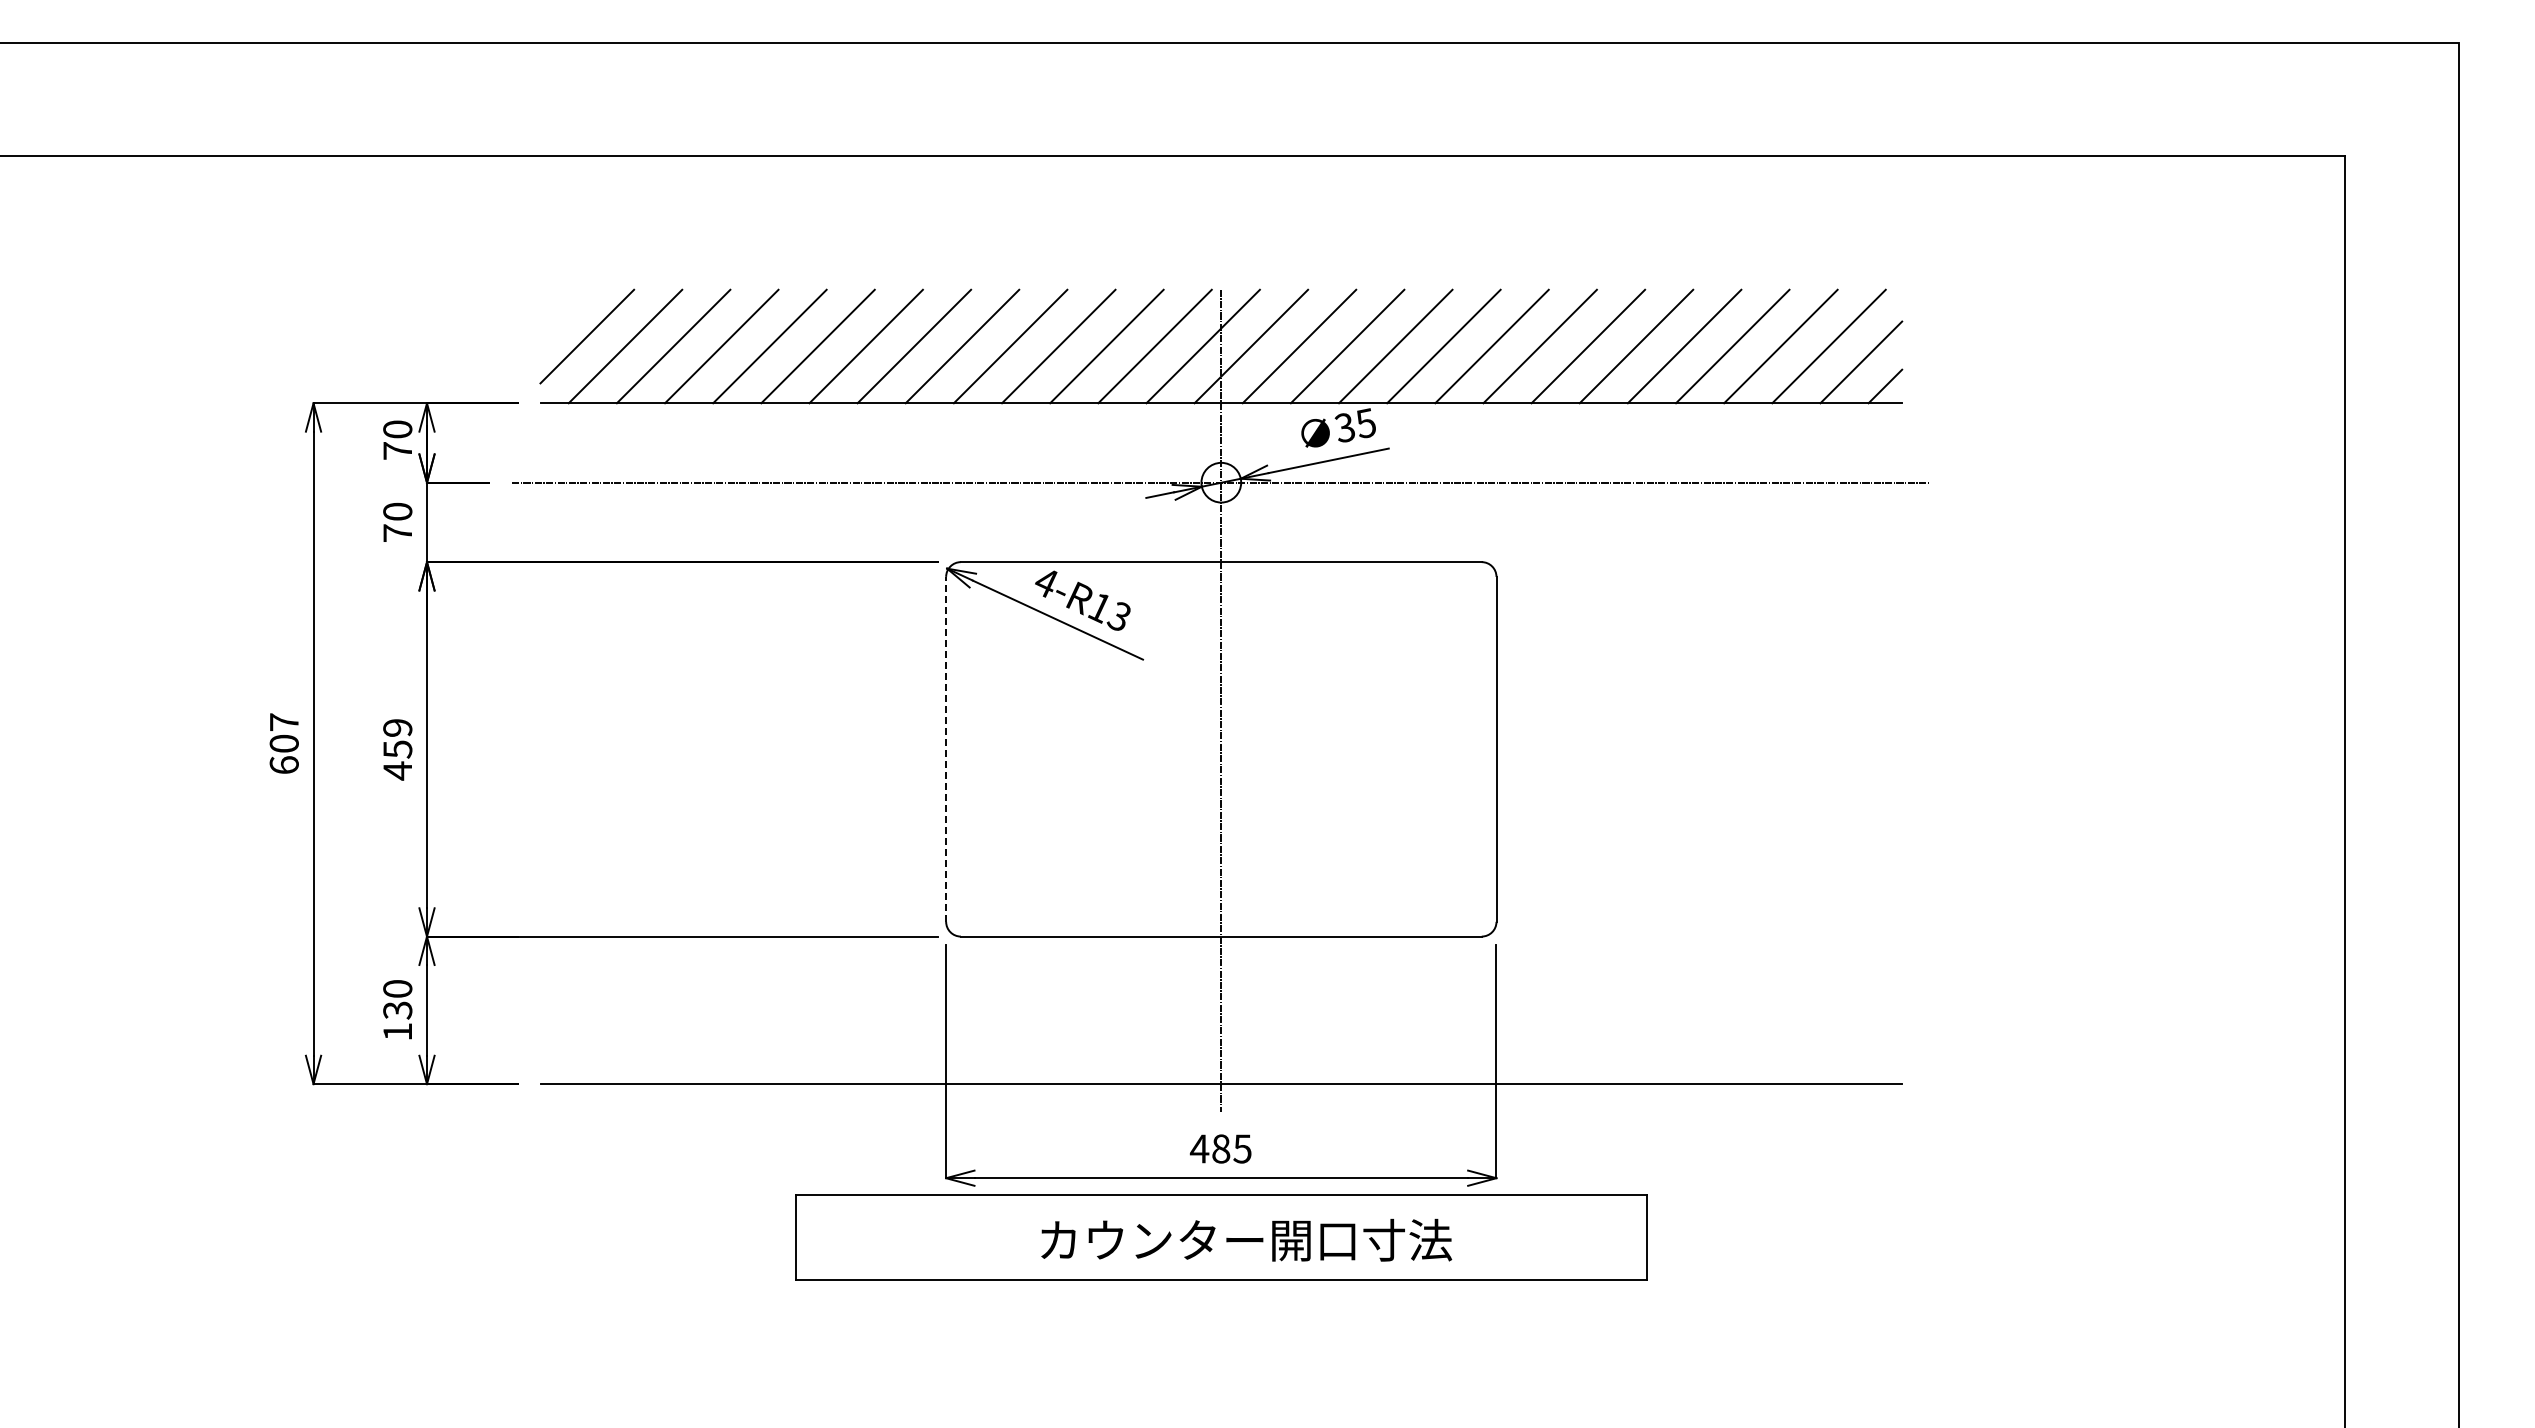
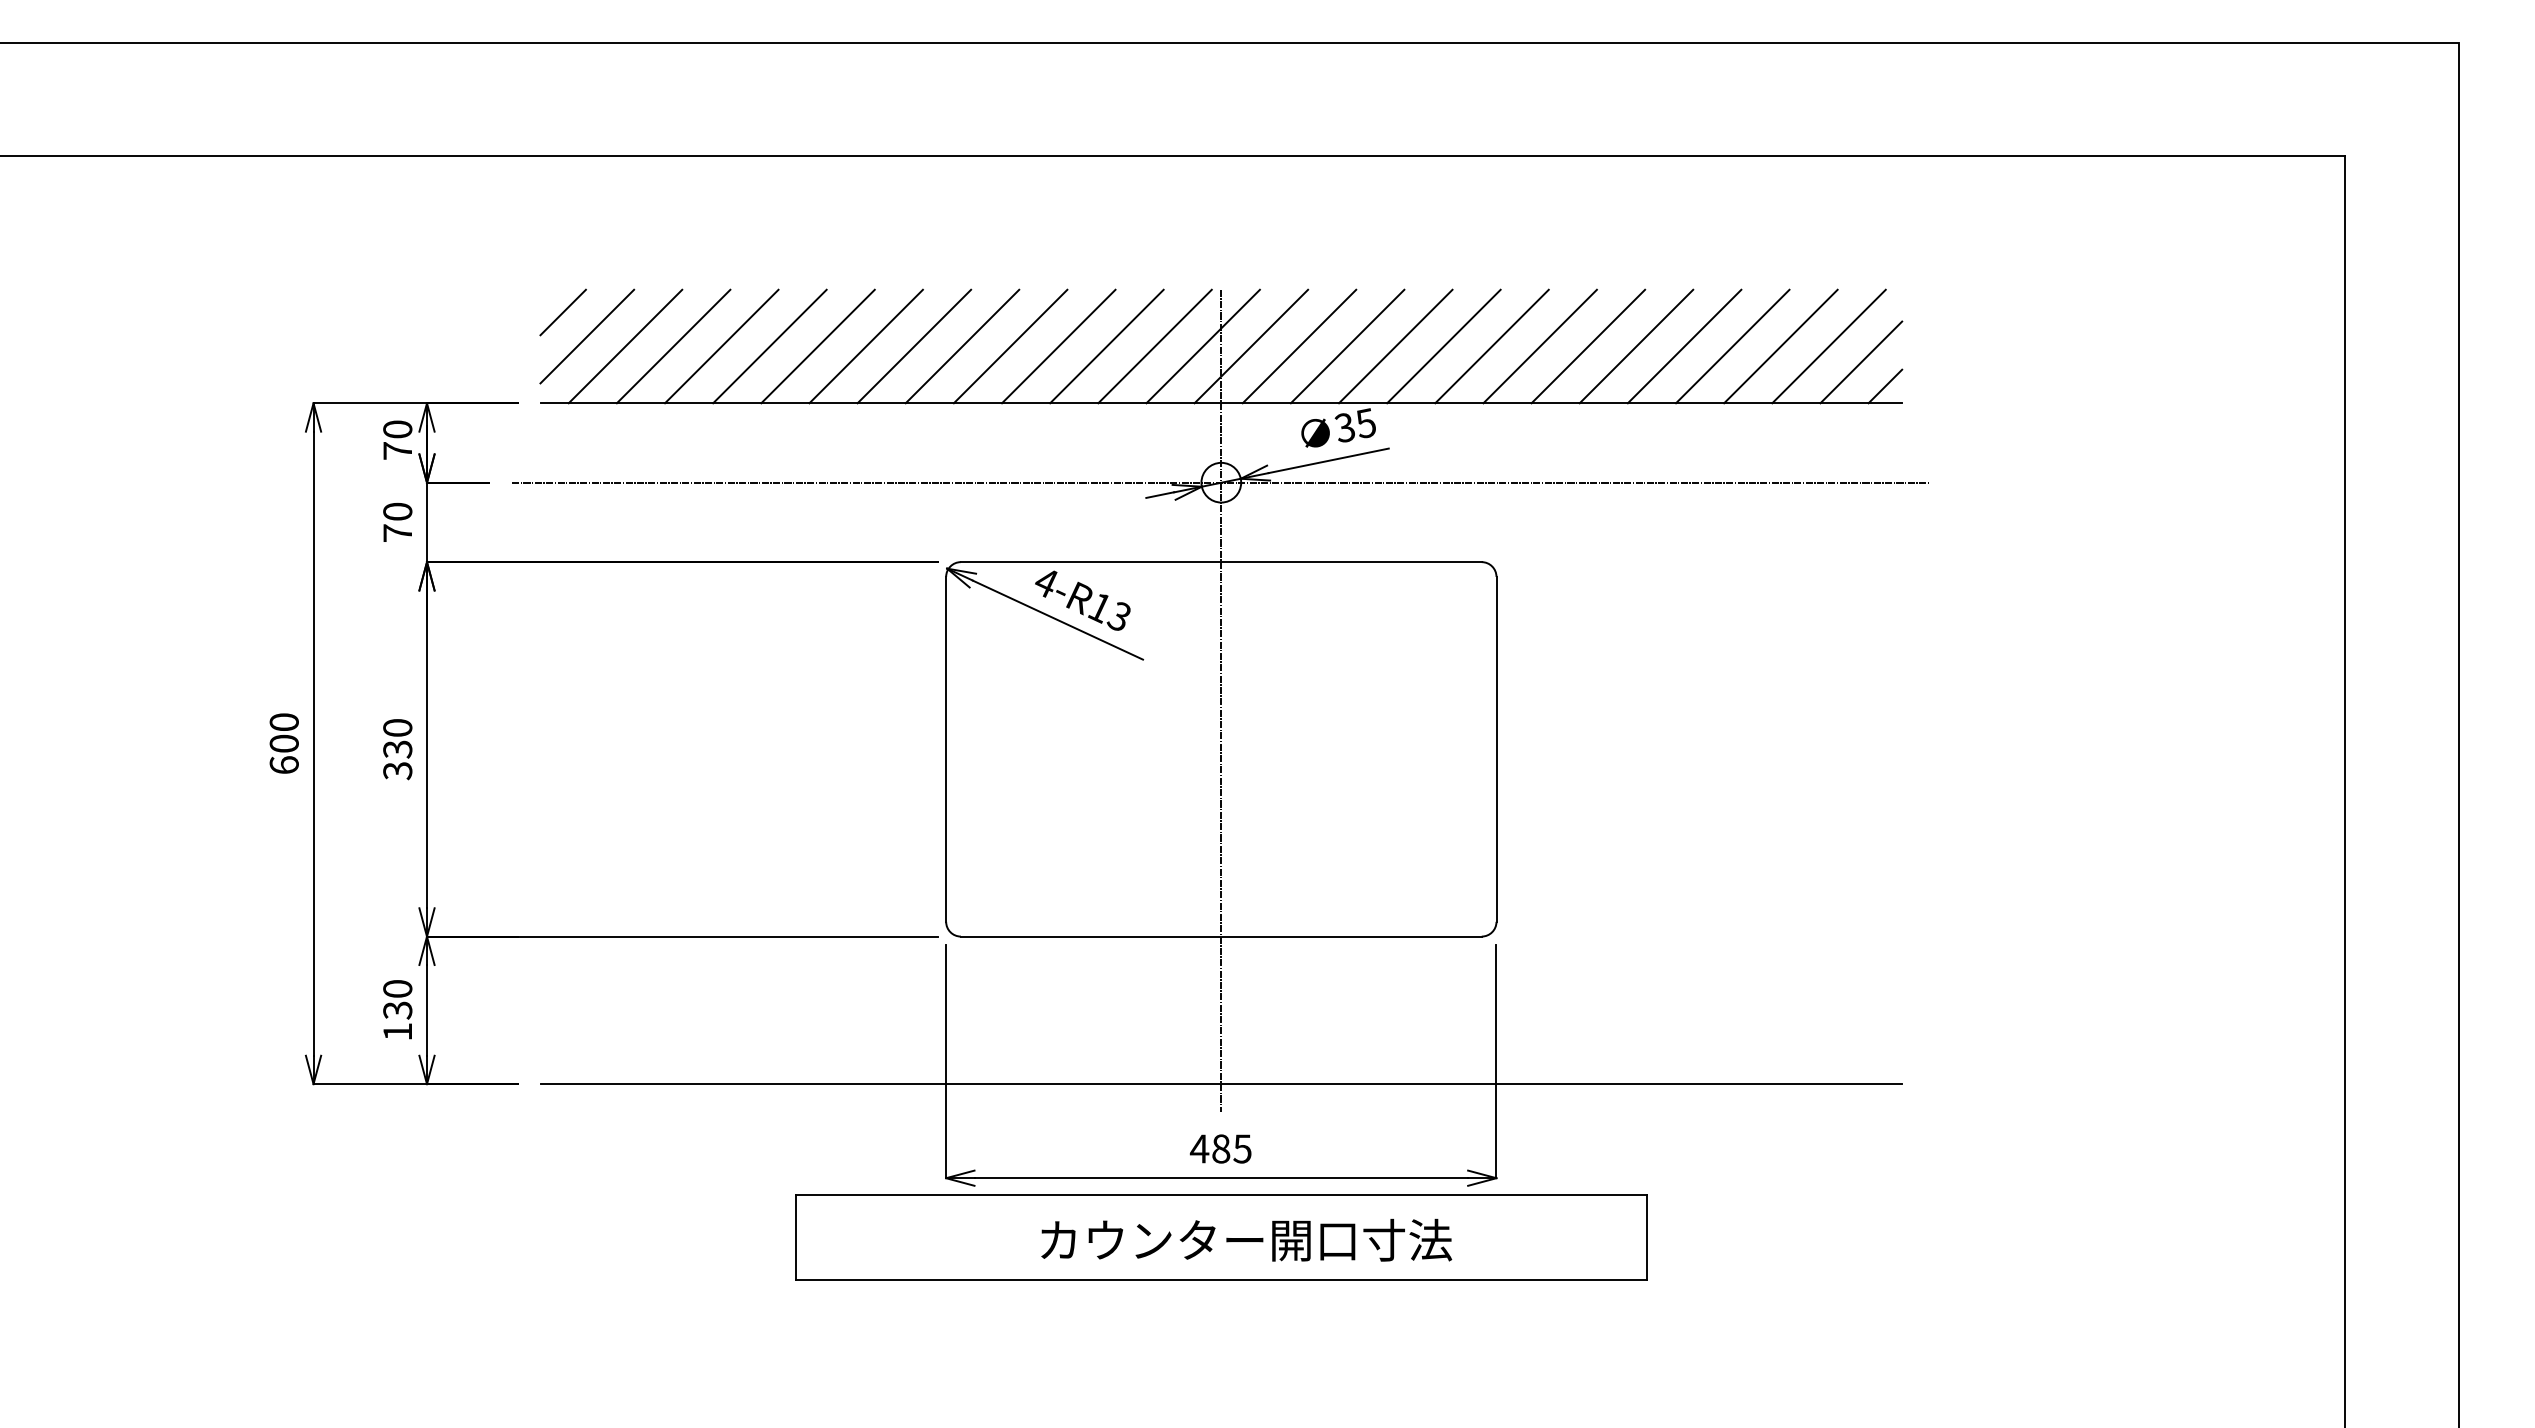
line at (562, 312): none -> present
text at (283, 721): 607 -> 600
line at (946, 748): dashed -> solid
text at (397, 749): 459 -> 330
